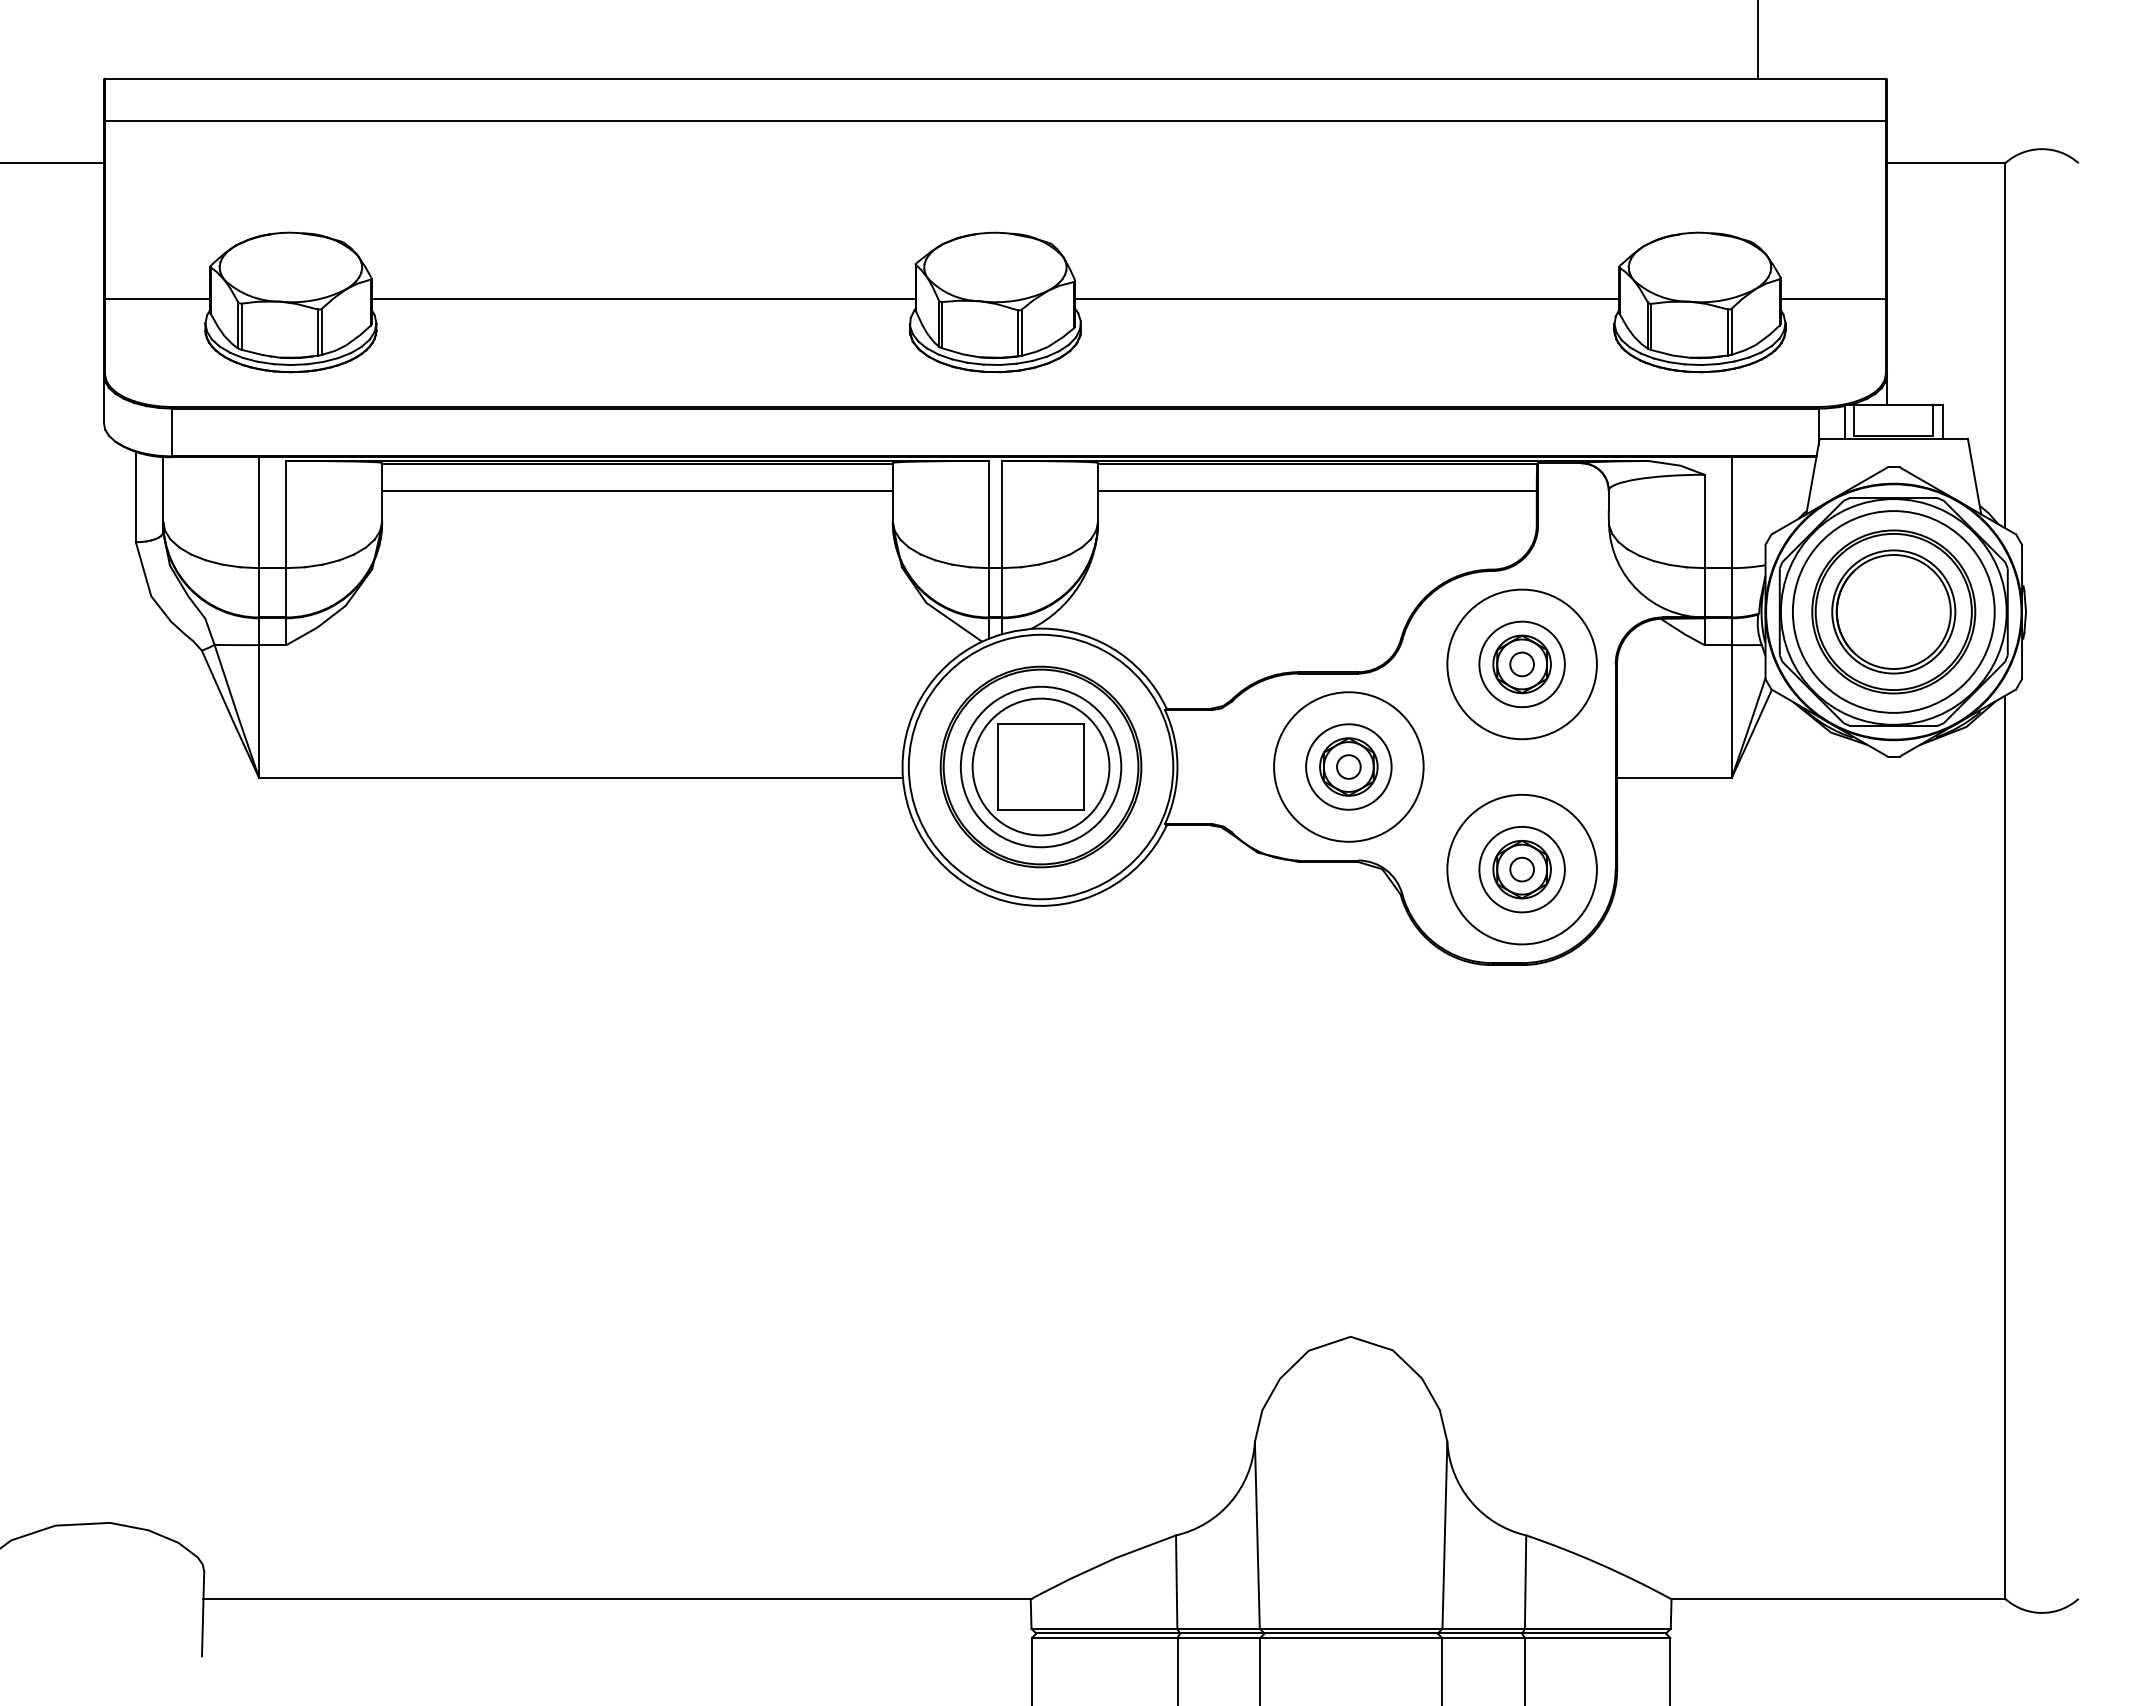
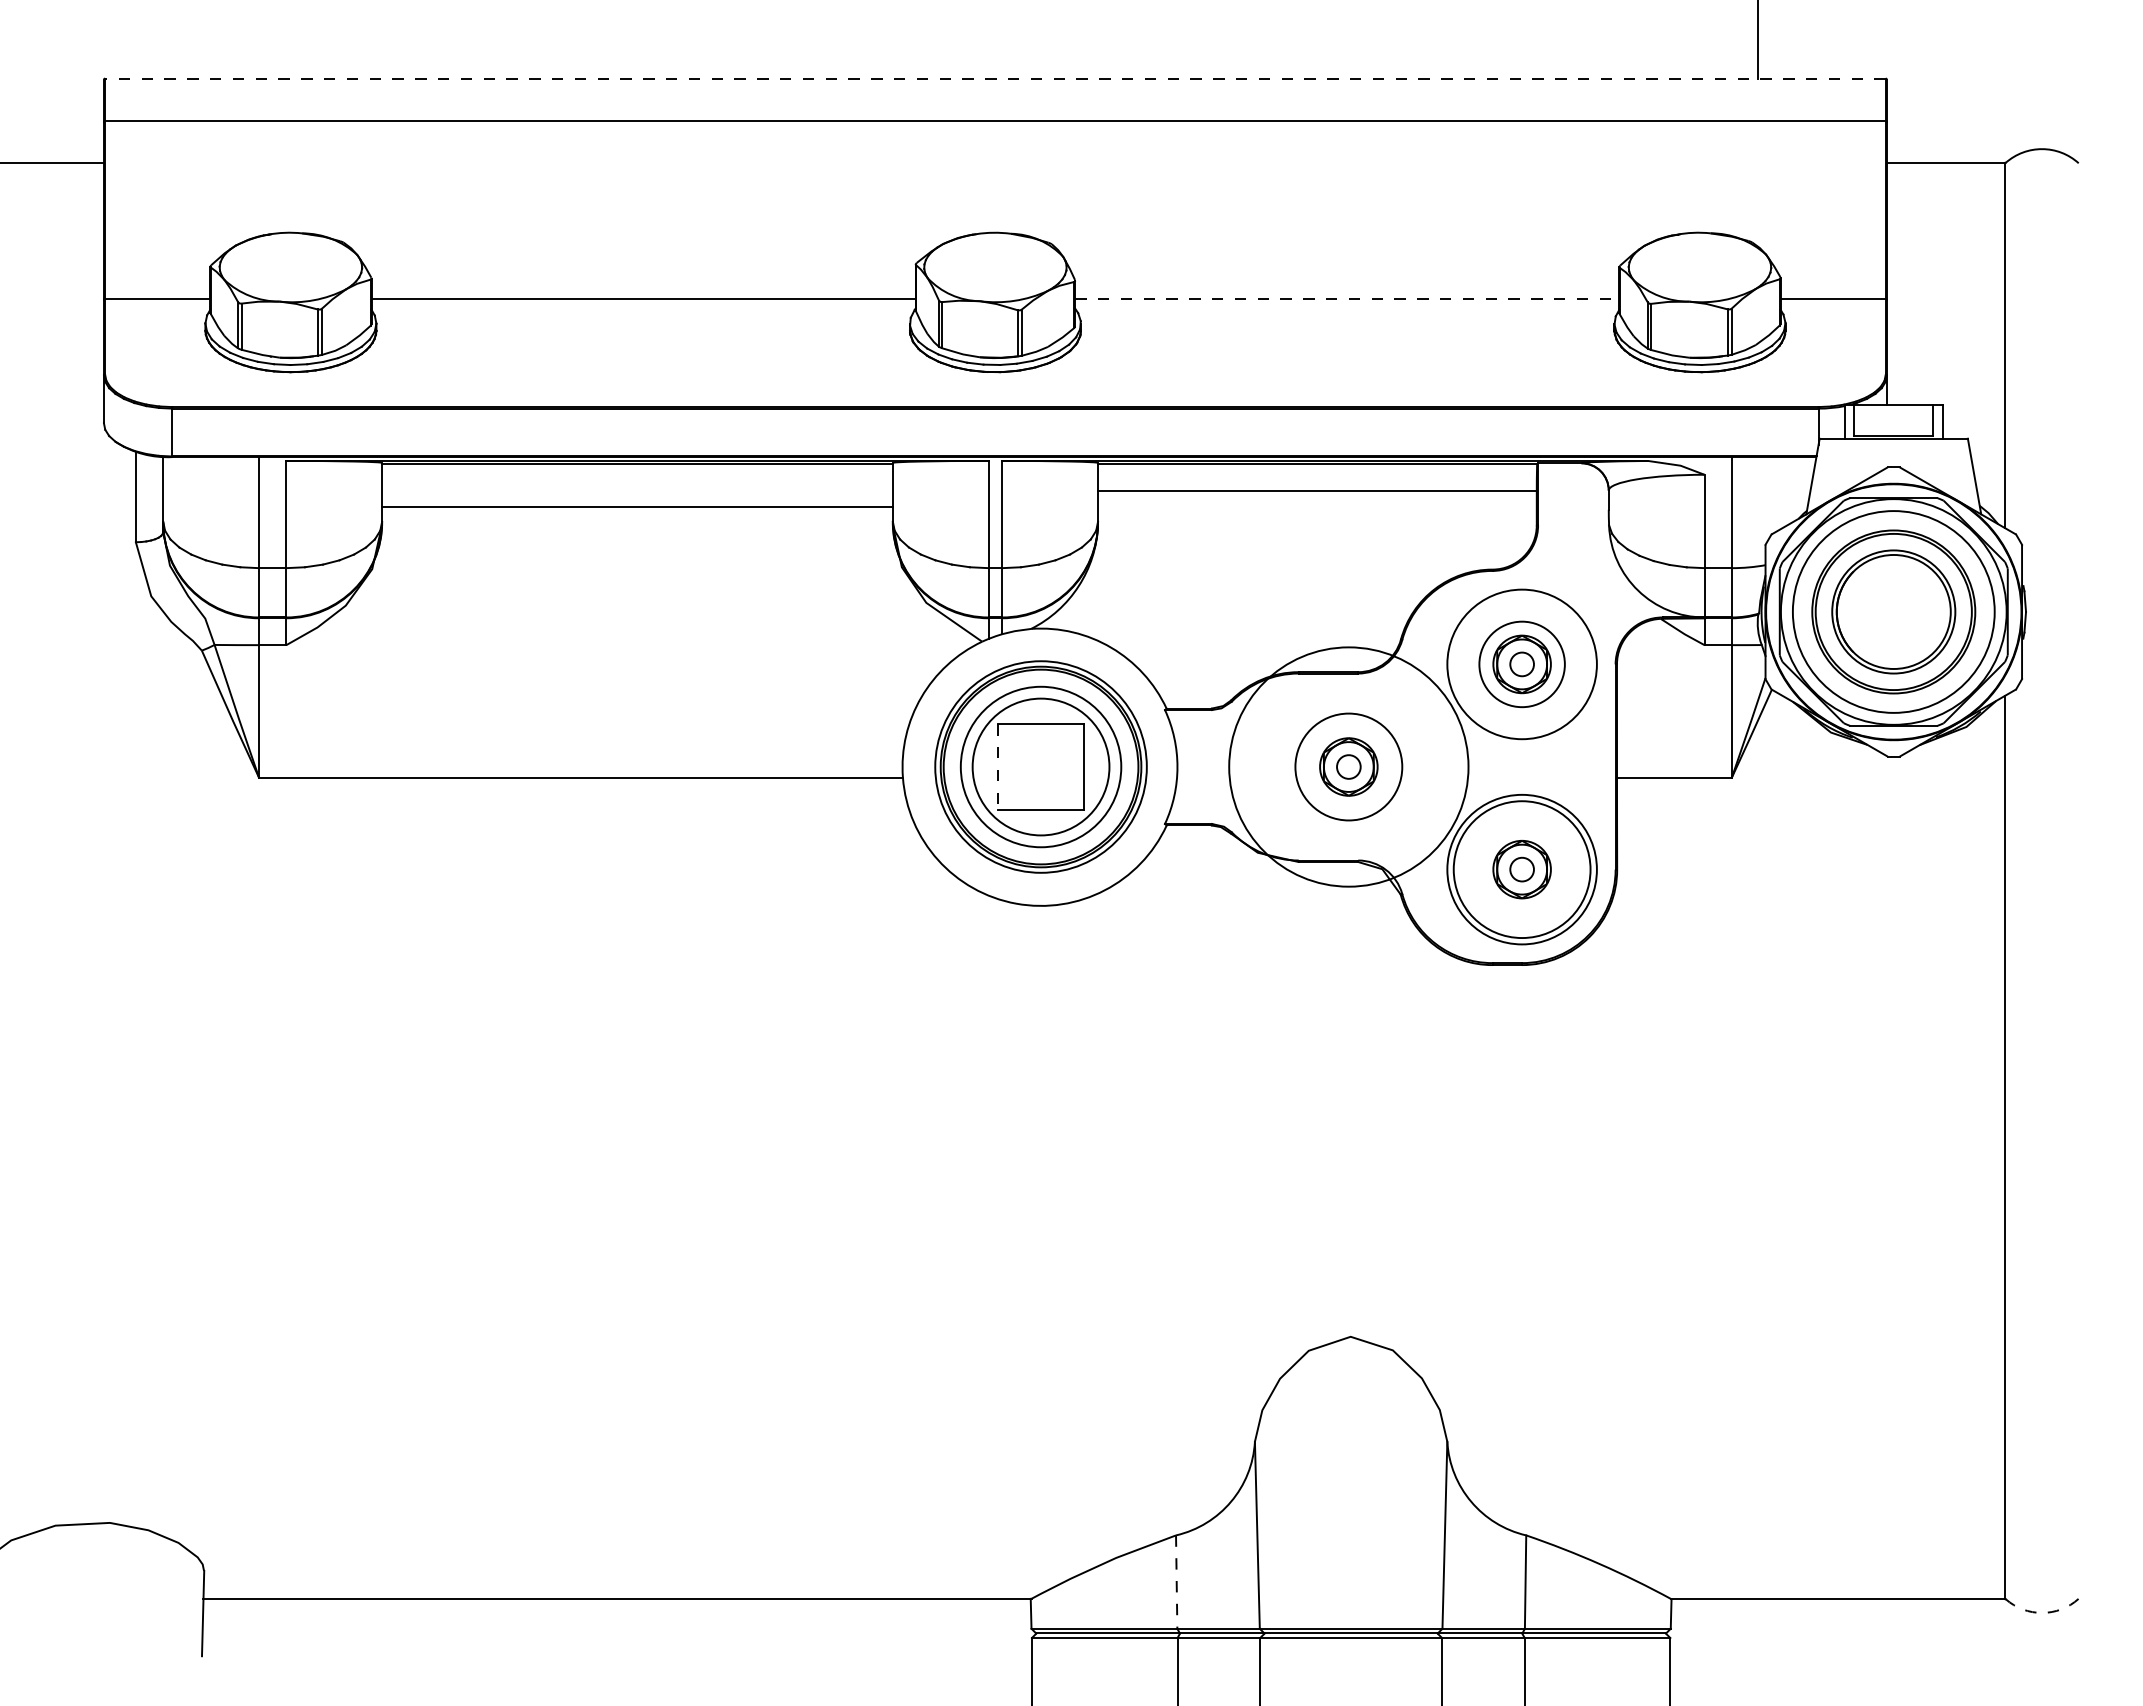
line at (994, 78): solid -> dashed
line at (1347, 298): solid -> dashed
line at (637, 491) position: (637, 491) -> (637, 507)
circle at (1040, 766) diameter: 264 px -> 212 px
circle at (1348, 766) diameter: 150 px -> 239 px
circle at (1348, 766) diameter: 86 px -> 107 px
line at (998, 767): solid -> dashed
circle at (1521, 869) diameter: 86 px -> 137 px
line at (1176, 1582): solid -> dashed
arc at (2042, 1612): solid -> dashed
